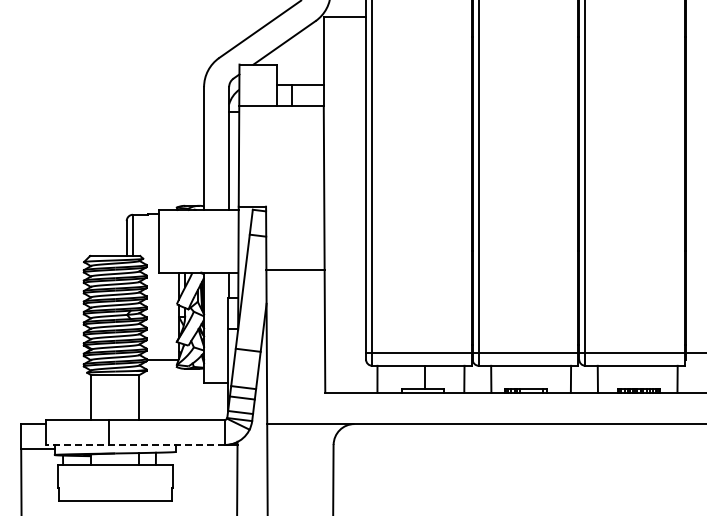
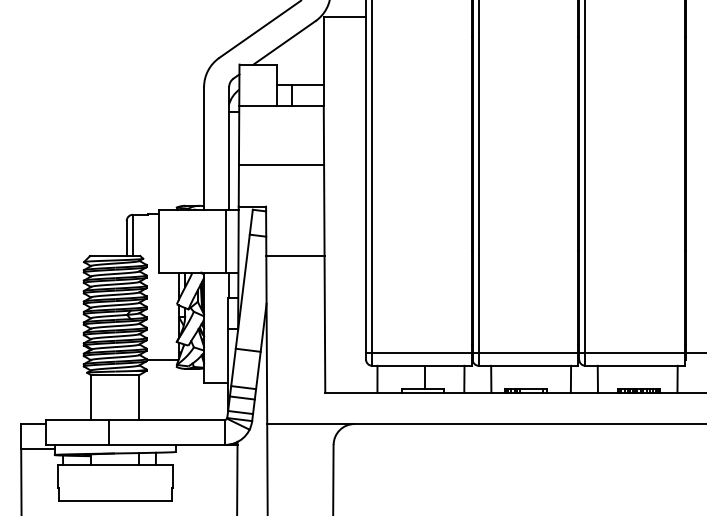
line at (281, 164): none -> present
line at (226, 240): none -> present
line at (295, 269) position: (295, 269) -> (295, 255)
line at (135, 444): dashed -> solid
